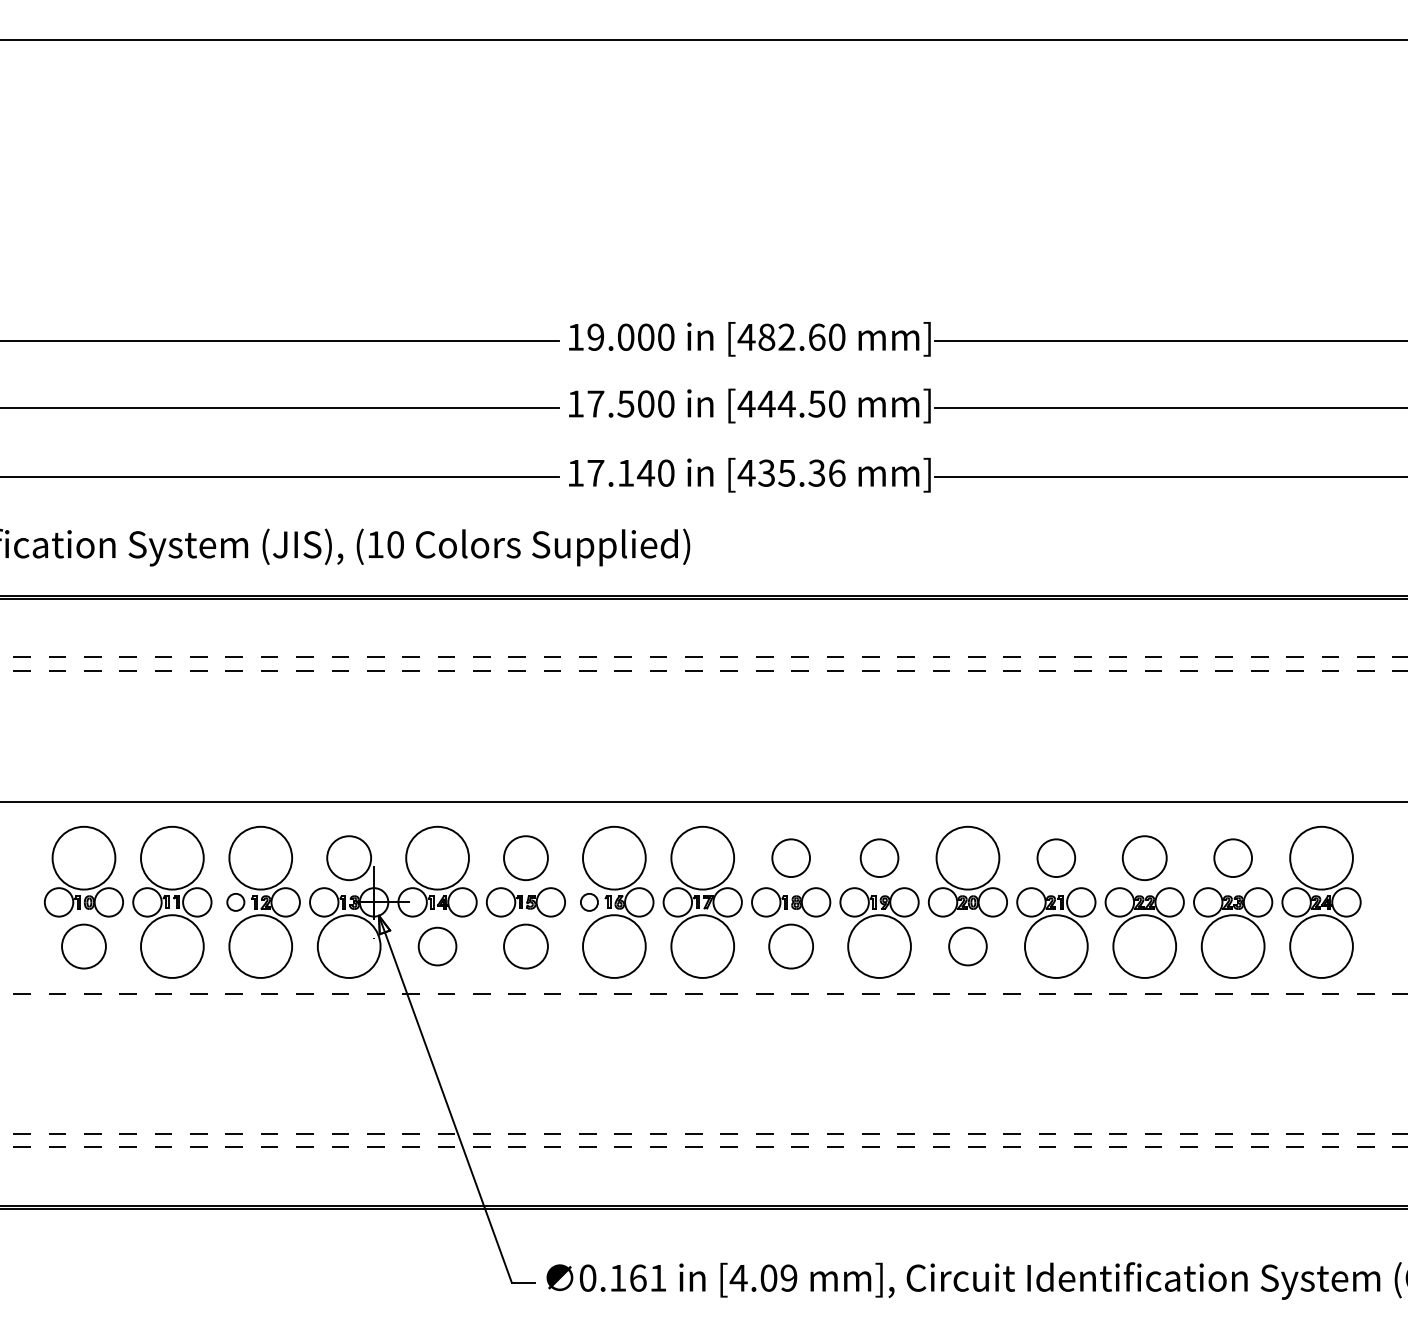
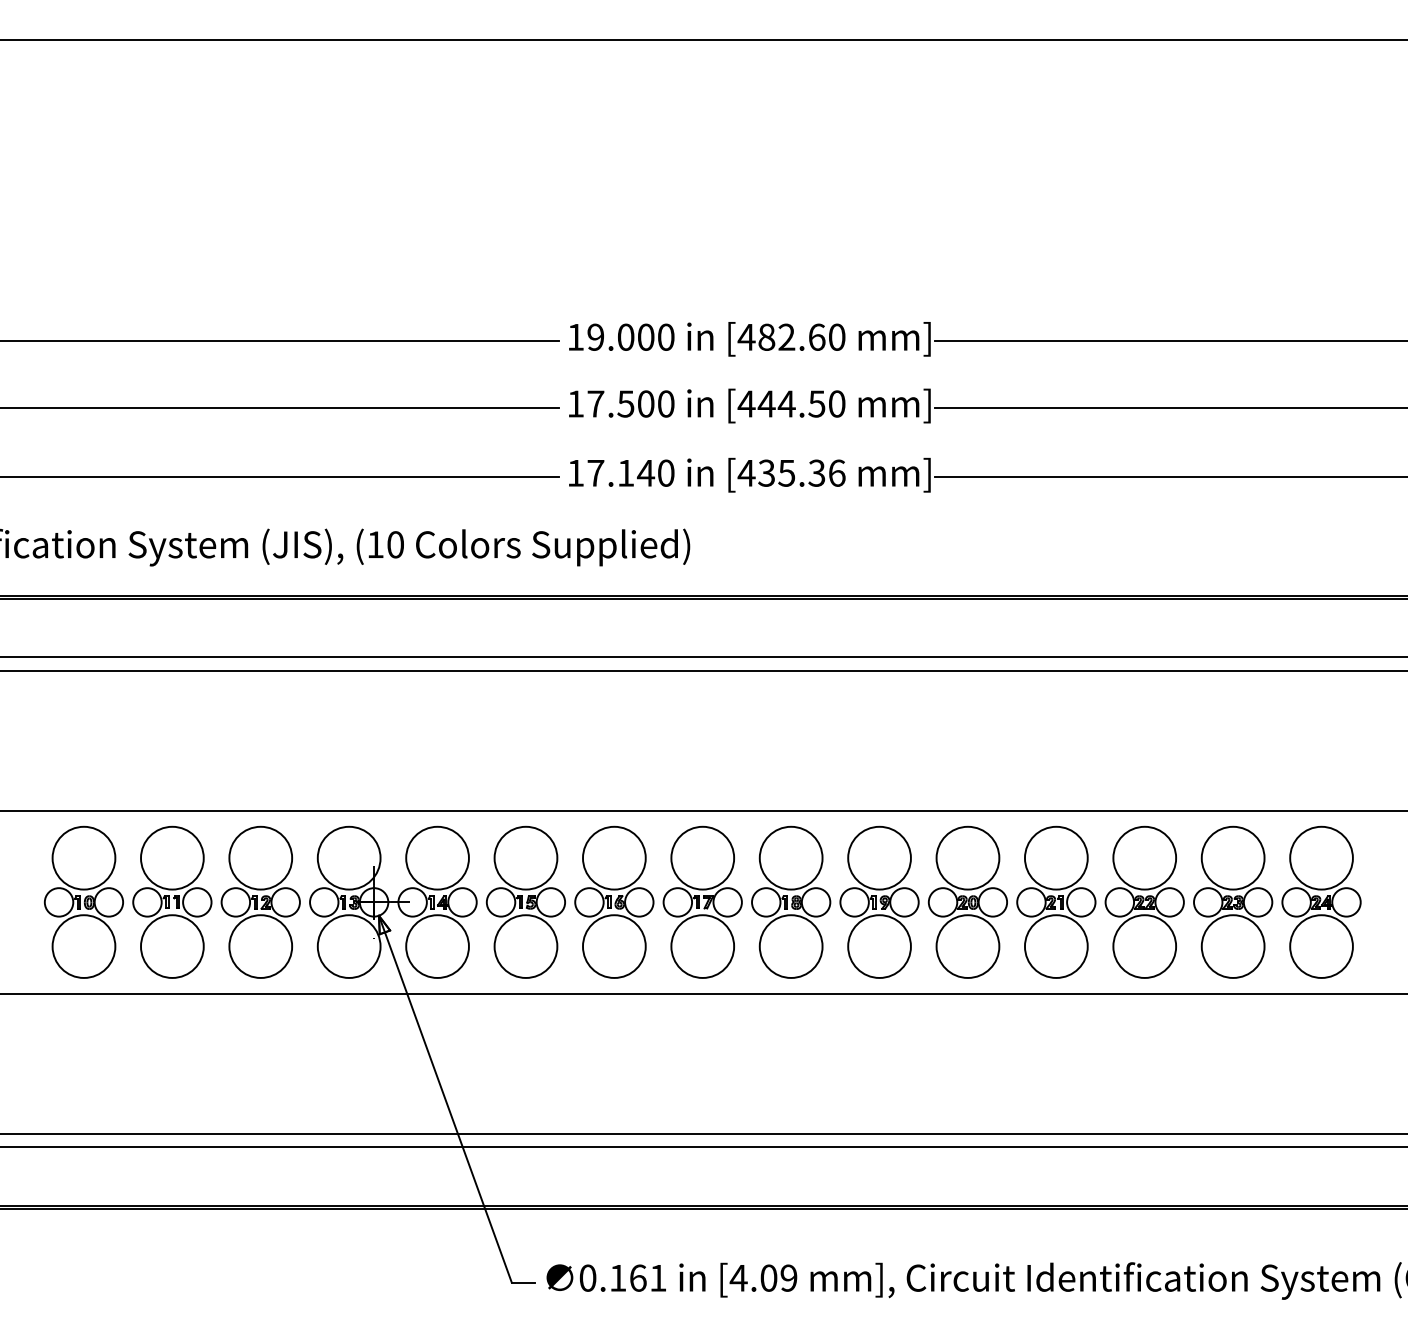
line at (703, 657): dashed -> solid
line at (703, 670): dashed -> solid
line at (703, 801) position: (703, 801) -> (703, 810)
circle at (349, 858) diameter: 44 px -> 63 px
circle at (525, 858) diameter: 44 px -> 63 px
circle at (791, 858) diameter: 38 px -> 63 px
circle at (879, 858) diameter: 38 px -> 63 px
circle at (1056, 858) diameter: 38 px -> 63 px
circle at (1144, 858) diameter: 44 px -> 63 px
circle at (1232, 858) diameter: 38 px -> 63 px
circle at (235, 901) diameter: 17 px -> 28 px
circle at (588, 901) diameter: 17 px -> 28 px
circle at (83, 946) diameter: 44 px -> 63 px
circle at (437, 946) diameter: 38 px -> 63 px
circle at (525, 946) diameter: 44 px -> 63 px
circle at (791, 946) diameter: 44 px -> 63 px
circle at (967, 946) diameter: 38 px -> 63 px
line at (703, 993): dashed -> solid
line at (703, 1134): dashed -> solid
line at (703, 1147): dashed -> solid
